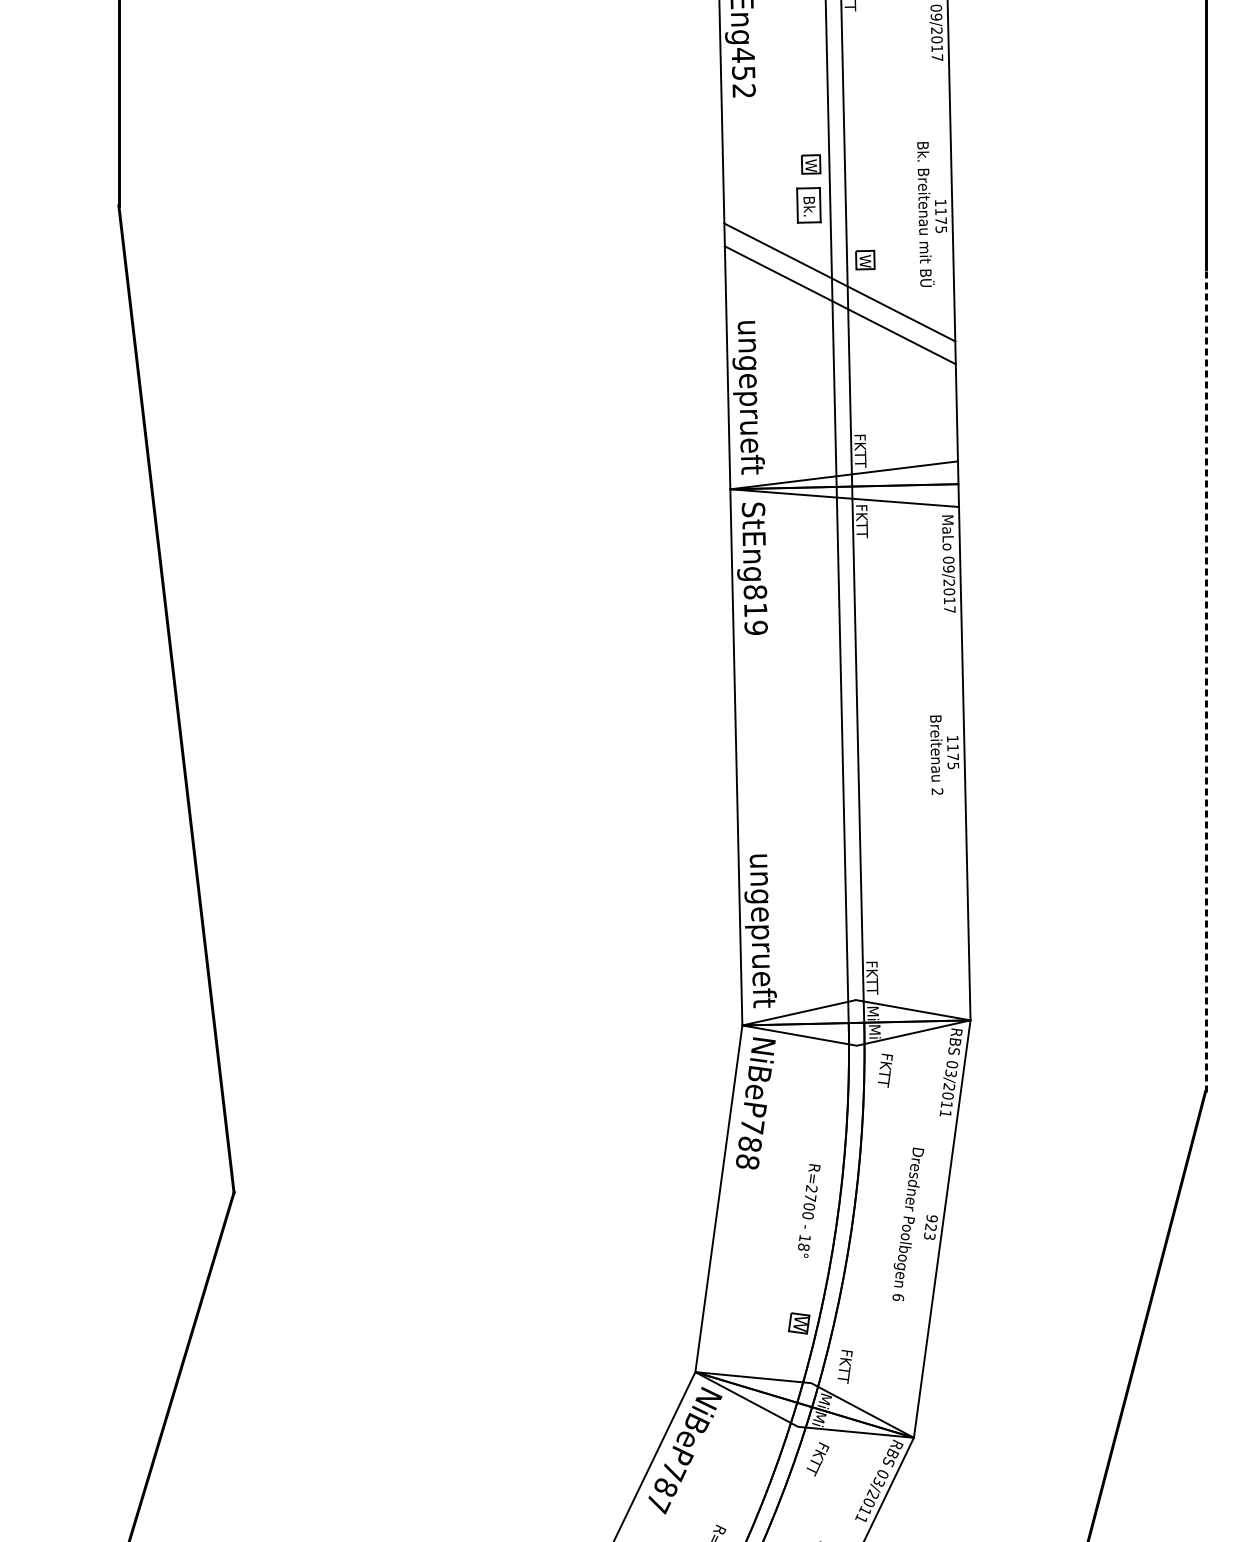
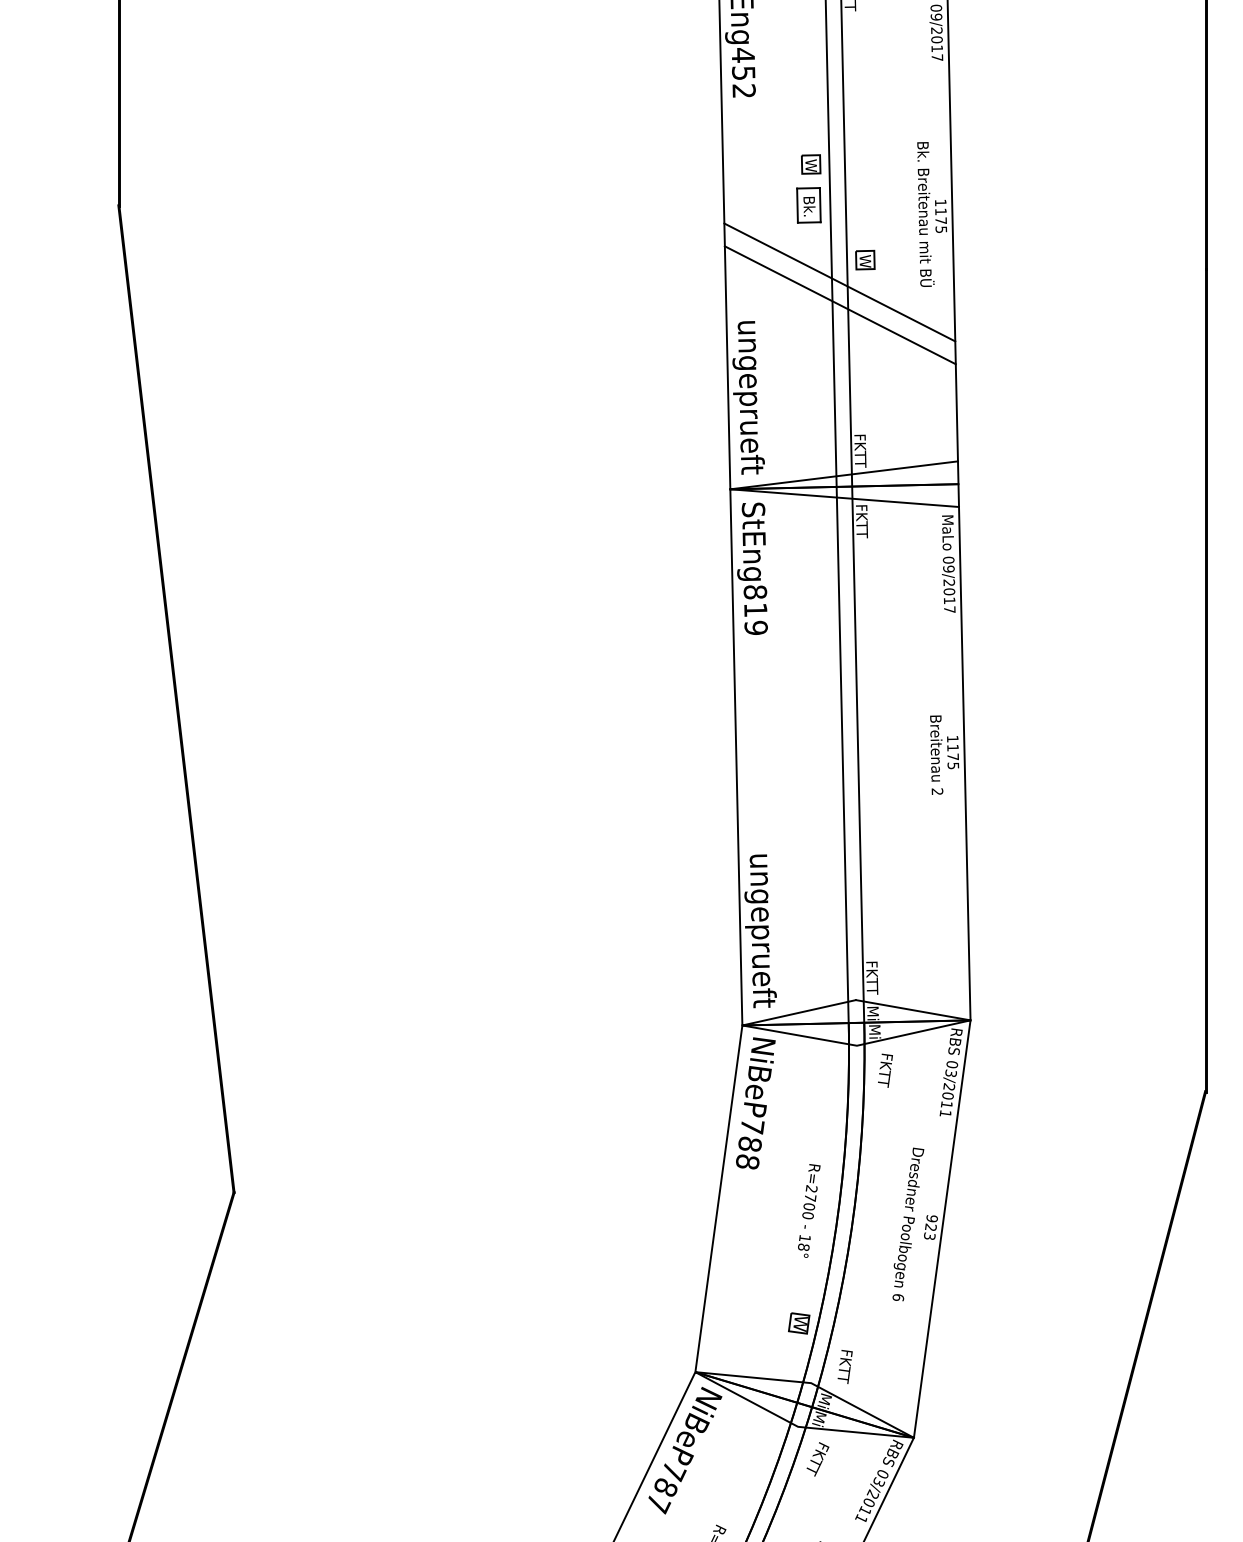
line at (1205, 680): dashed -> solid
